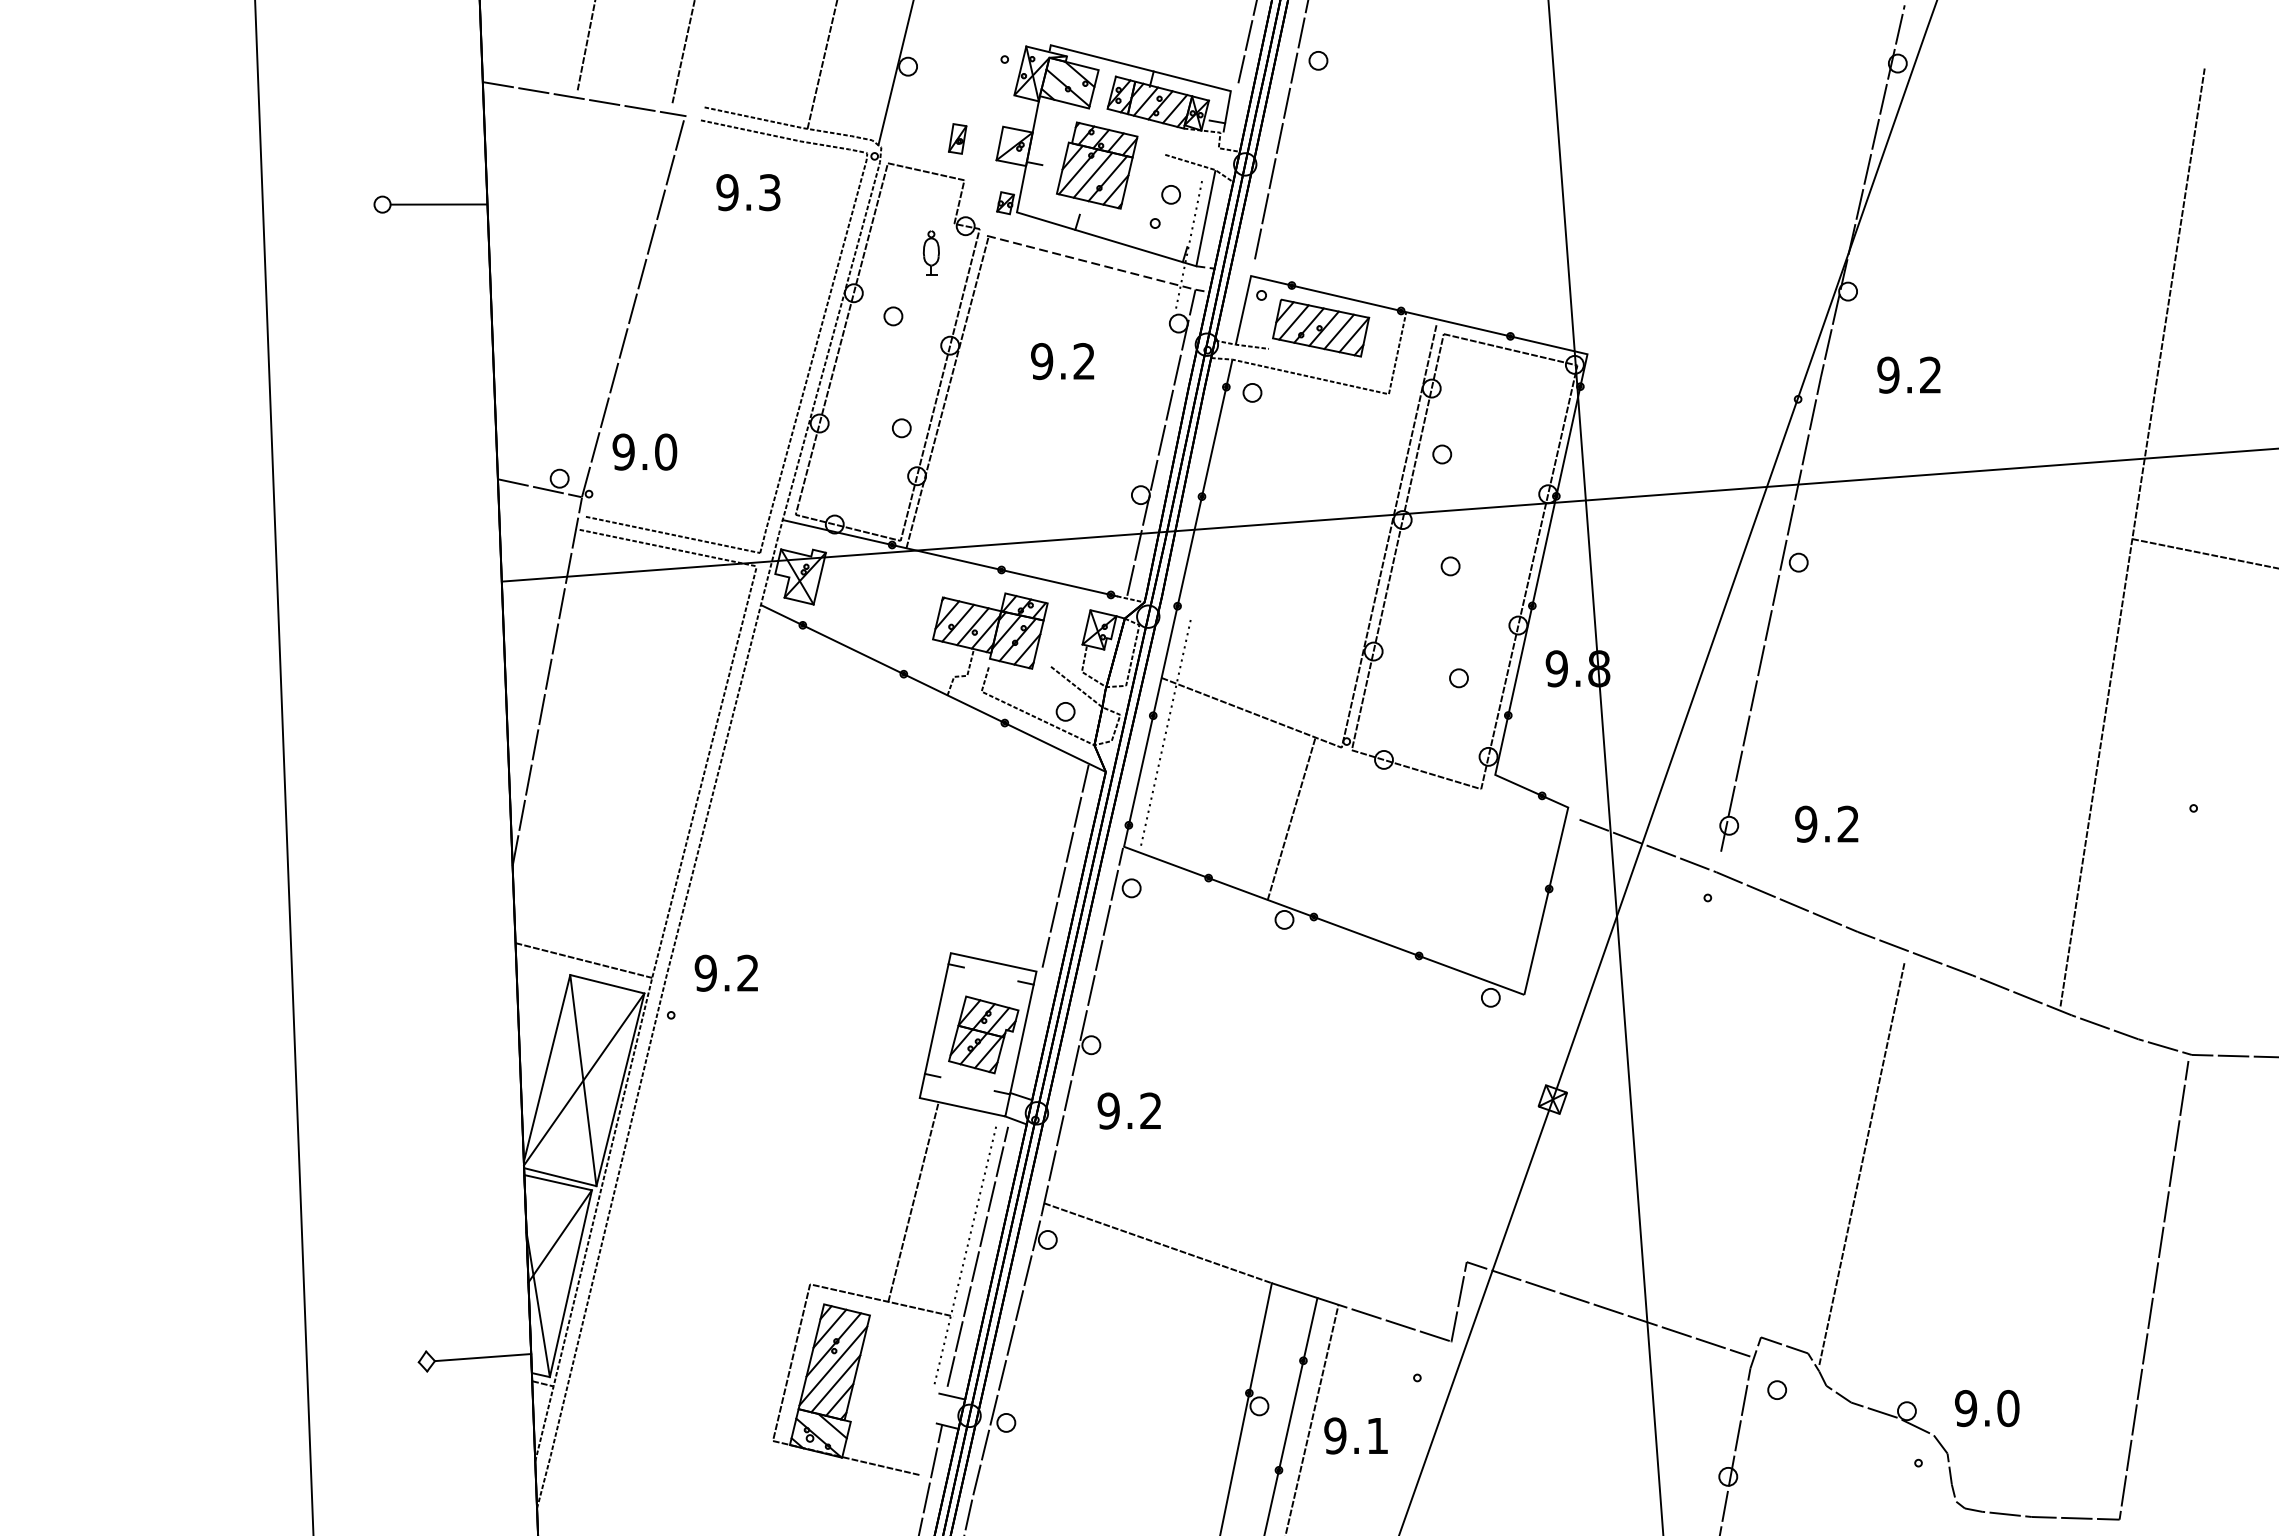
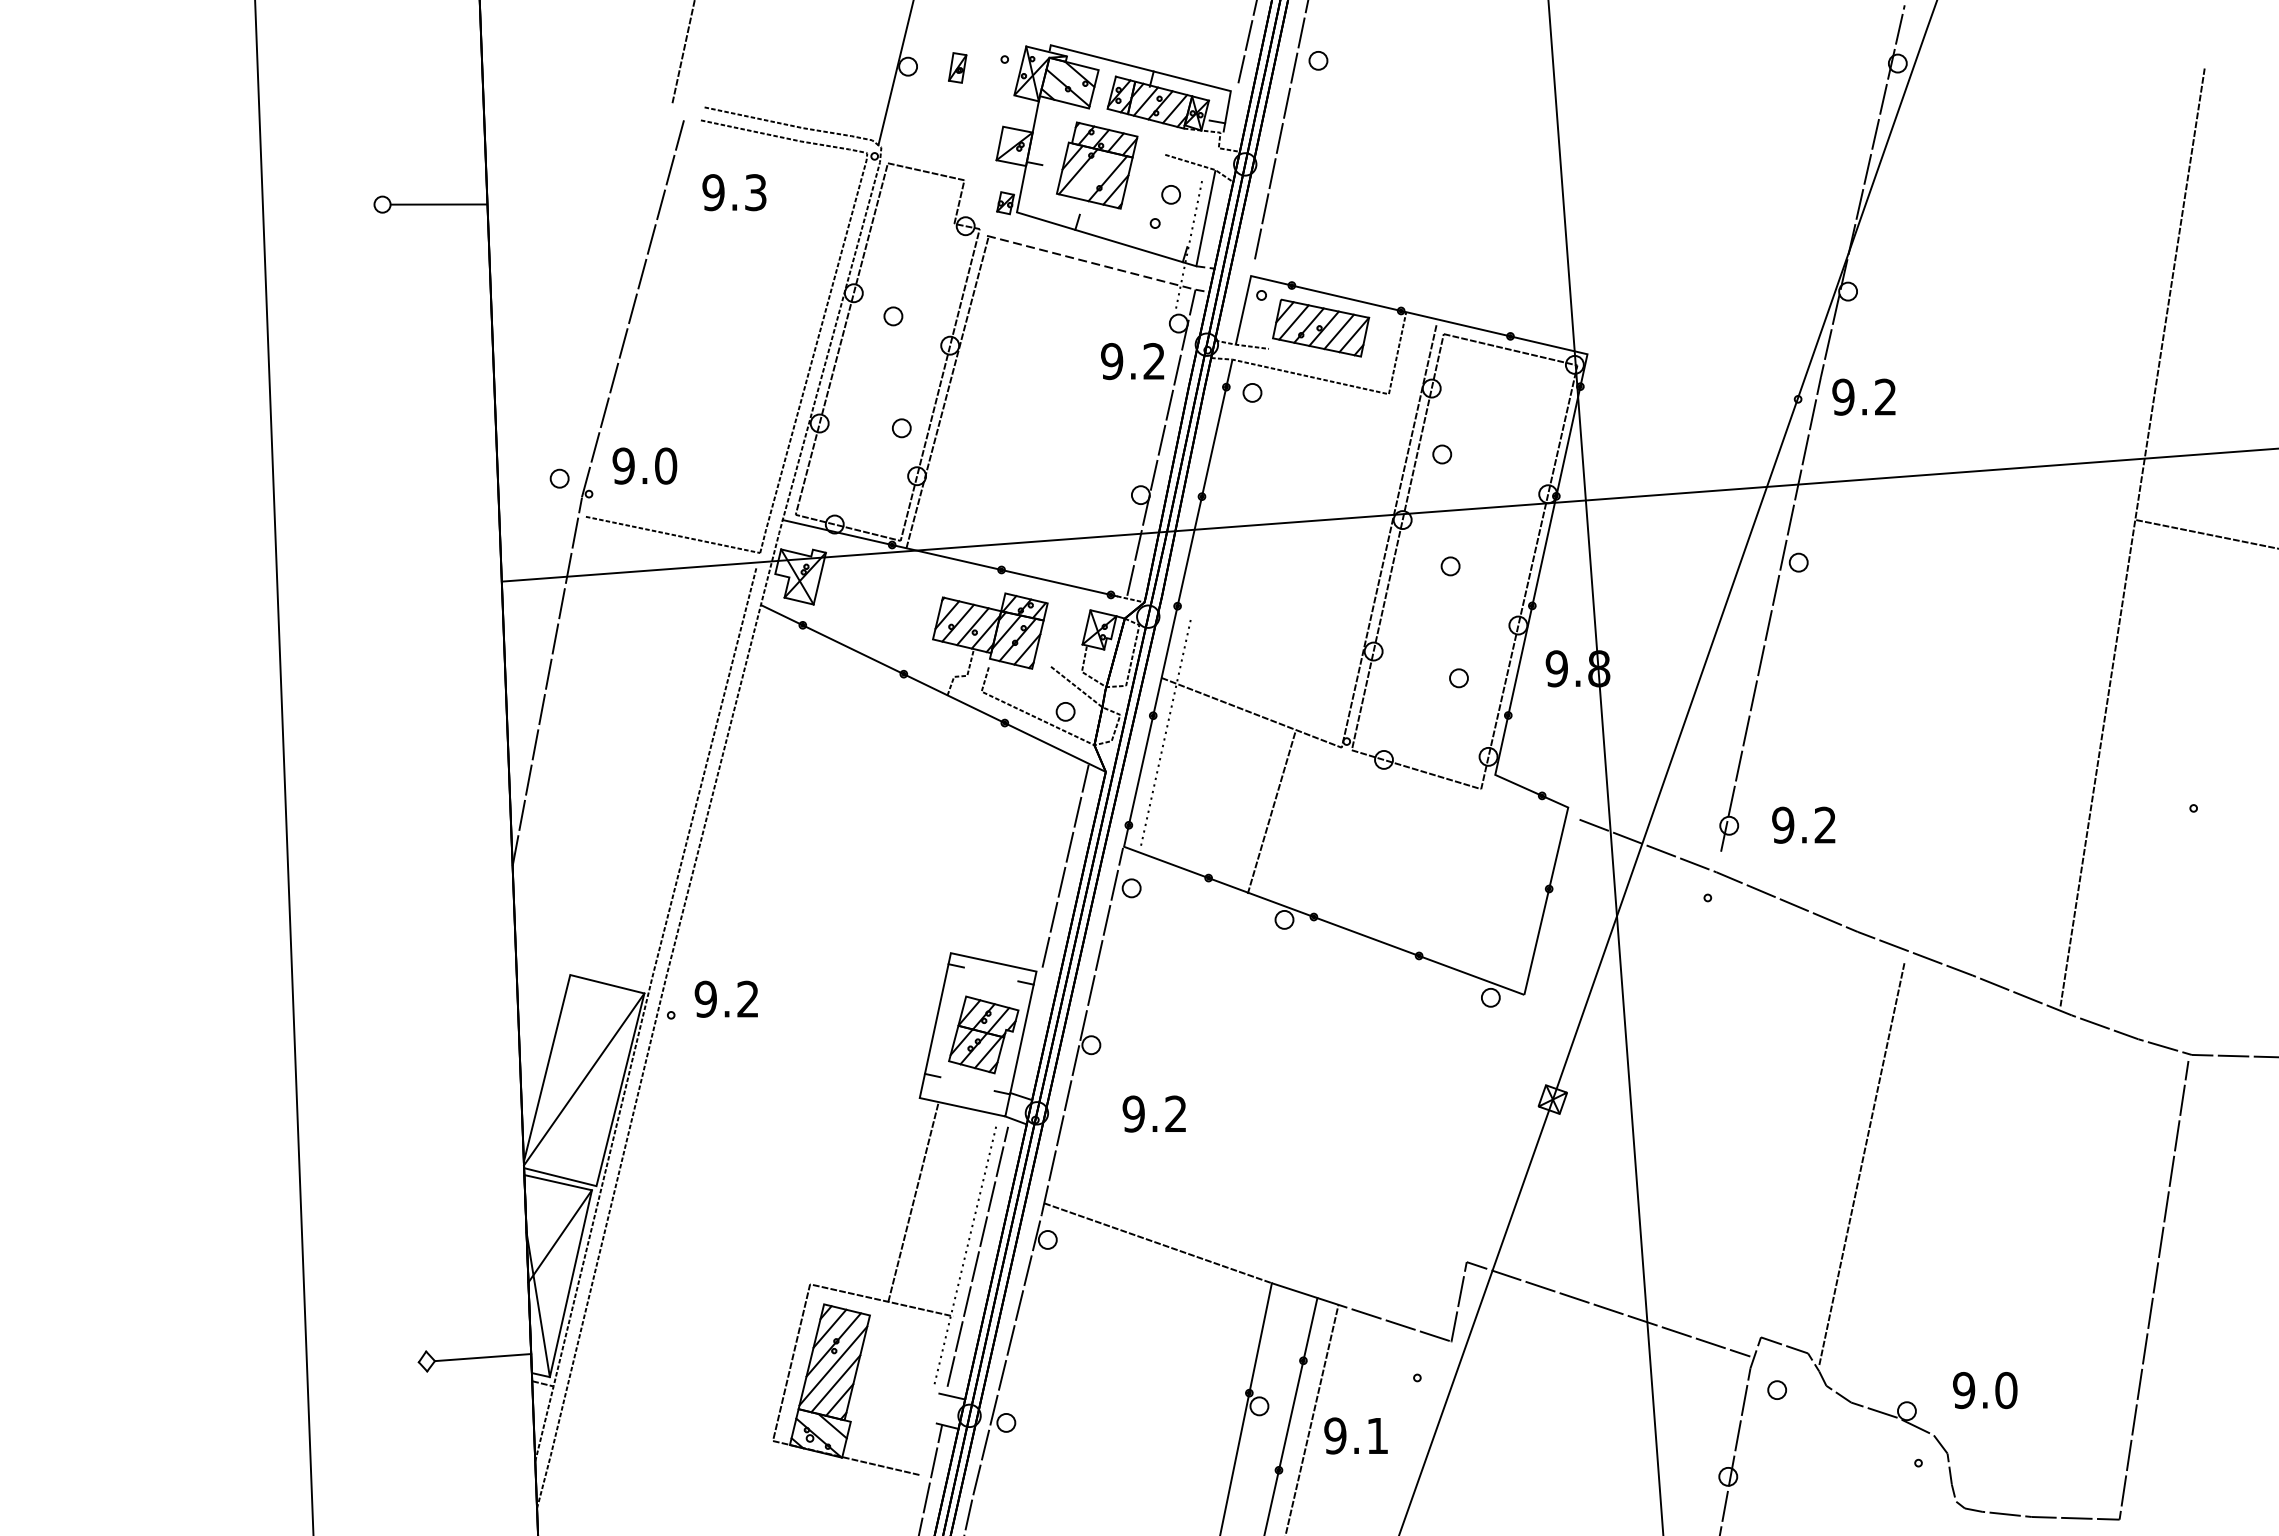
line at (585, 46): present -> none
line at (821, 65): present -> none
line at (584, 99): present -> none
part at (957, 138) position: (957, 138) -> (957, 67)
line at (1092, 174): present -> none
text at (748, 192) position: (748, 192) -> (734, 192)
part at (931, 252): present -> none
text at (1062, 361) position: (1062, 361) -> (1132, 361)
text at (1908, 374) position: (1908, 374) -> (1863, 396)
text at (644, 451) position: (644, 451) -> (644, 465)
line at (539, 488): present -> none
line at (667, 547): present -> none
line at (2203, 553) position: (2203, 553) -> (2205, 534)
line at (1291, 818) position: (1291, 818) -> (1271, 812)
text at (1826, 823) position: (1826, 823) -> (1803, 824)
line at (583, 960): present -> none
text at (725, 972) position: (725, 972) -> (725, 998)
line at (583, 1080): present -> none
text at (1128, 1110) position: (1128, 1110) -> (1153, 1113)
text at (1987, 1408) position: (1987, 1408) -> (1985, 1390)
